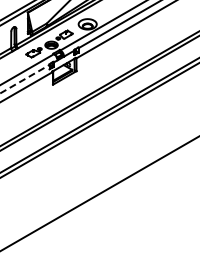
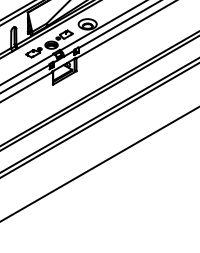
line at (25, 78): dashed -> solid
line at (99, 193) position: (99, 193) -> (99, 164)
